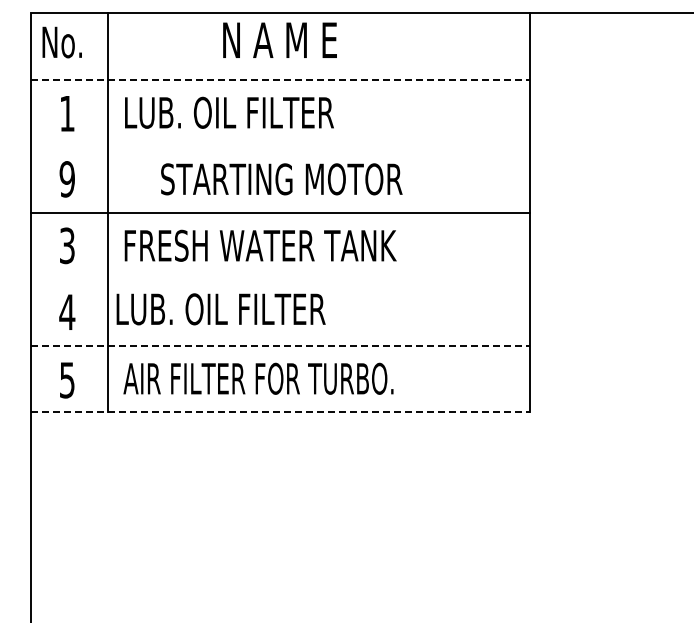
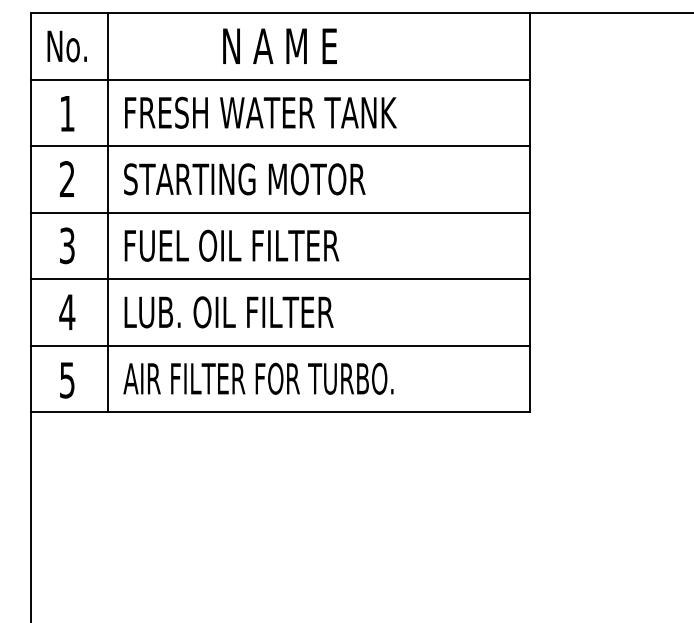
text at (279, 39) position: (279, 39) -> (279, 45)
text at (61, 42) position: (61, 42) -> (66, 46)
line at (280, 79): dashed -> solid
text at (261, 112): LUB. OIL FILTER -> FRESH WATER TANK
line at (279, 146): none -> present
text at (66, 179): 9 -> 2
text at (281, 179) position: (281, 179) -> (244, 179)
text at (268, 245): FRESH WATER TANK -> FUEL OIL FILTER
line at (279, 279): none -> present
text at (220, 309) position: (220, 309) -> (228, 312)
line at (280, 345): dashed -> solid
line at (280, 412): dashed -> solid
